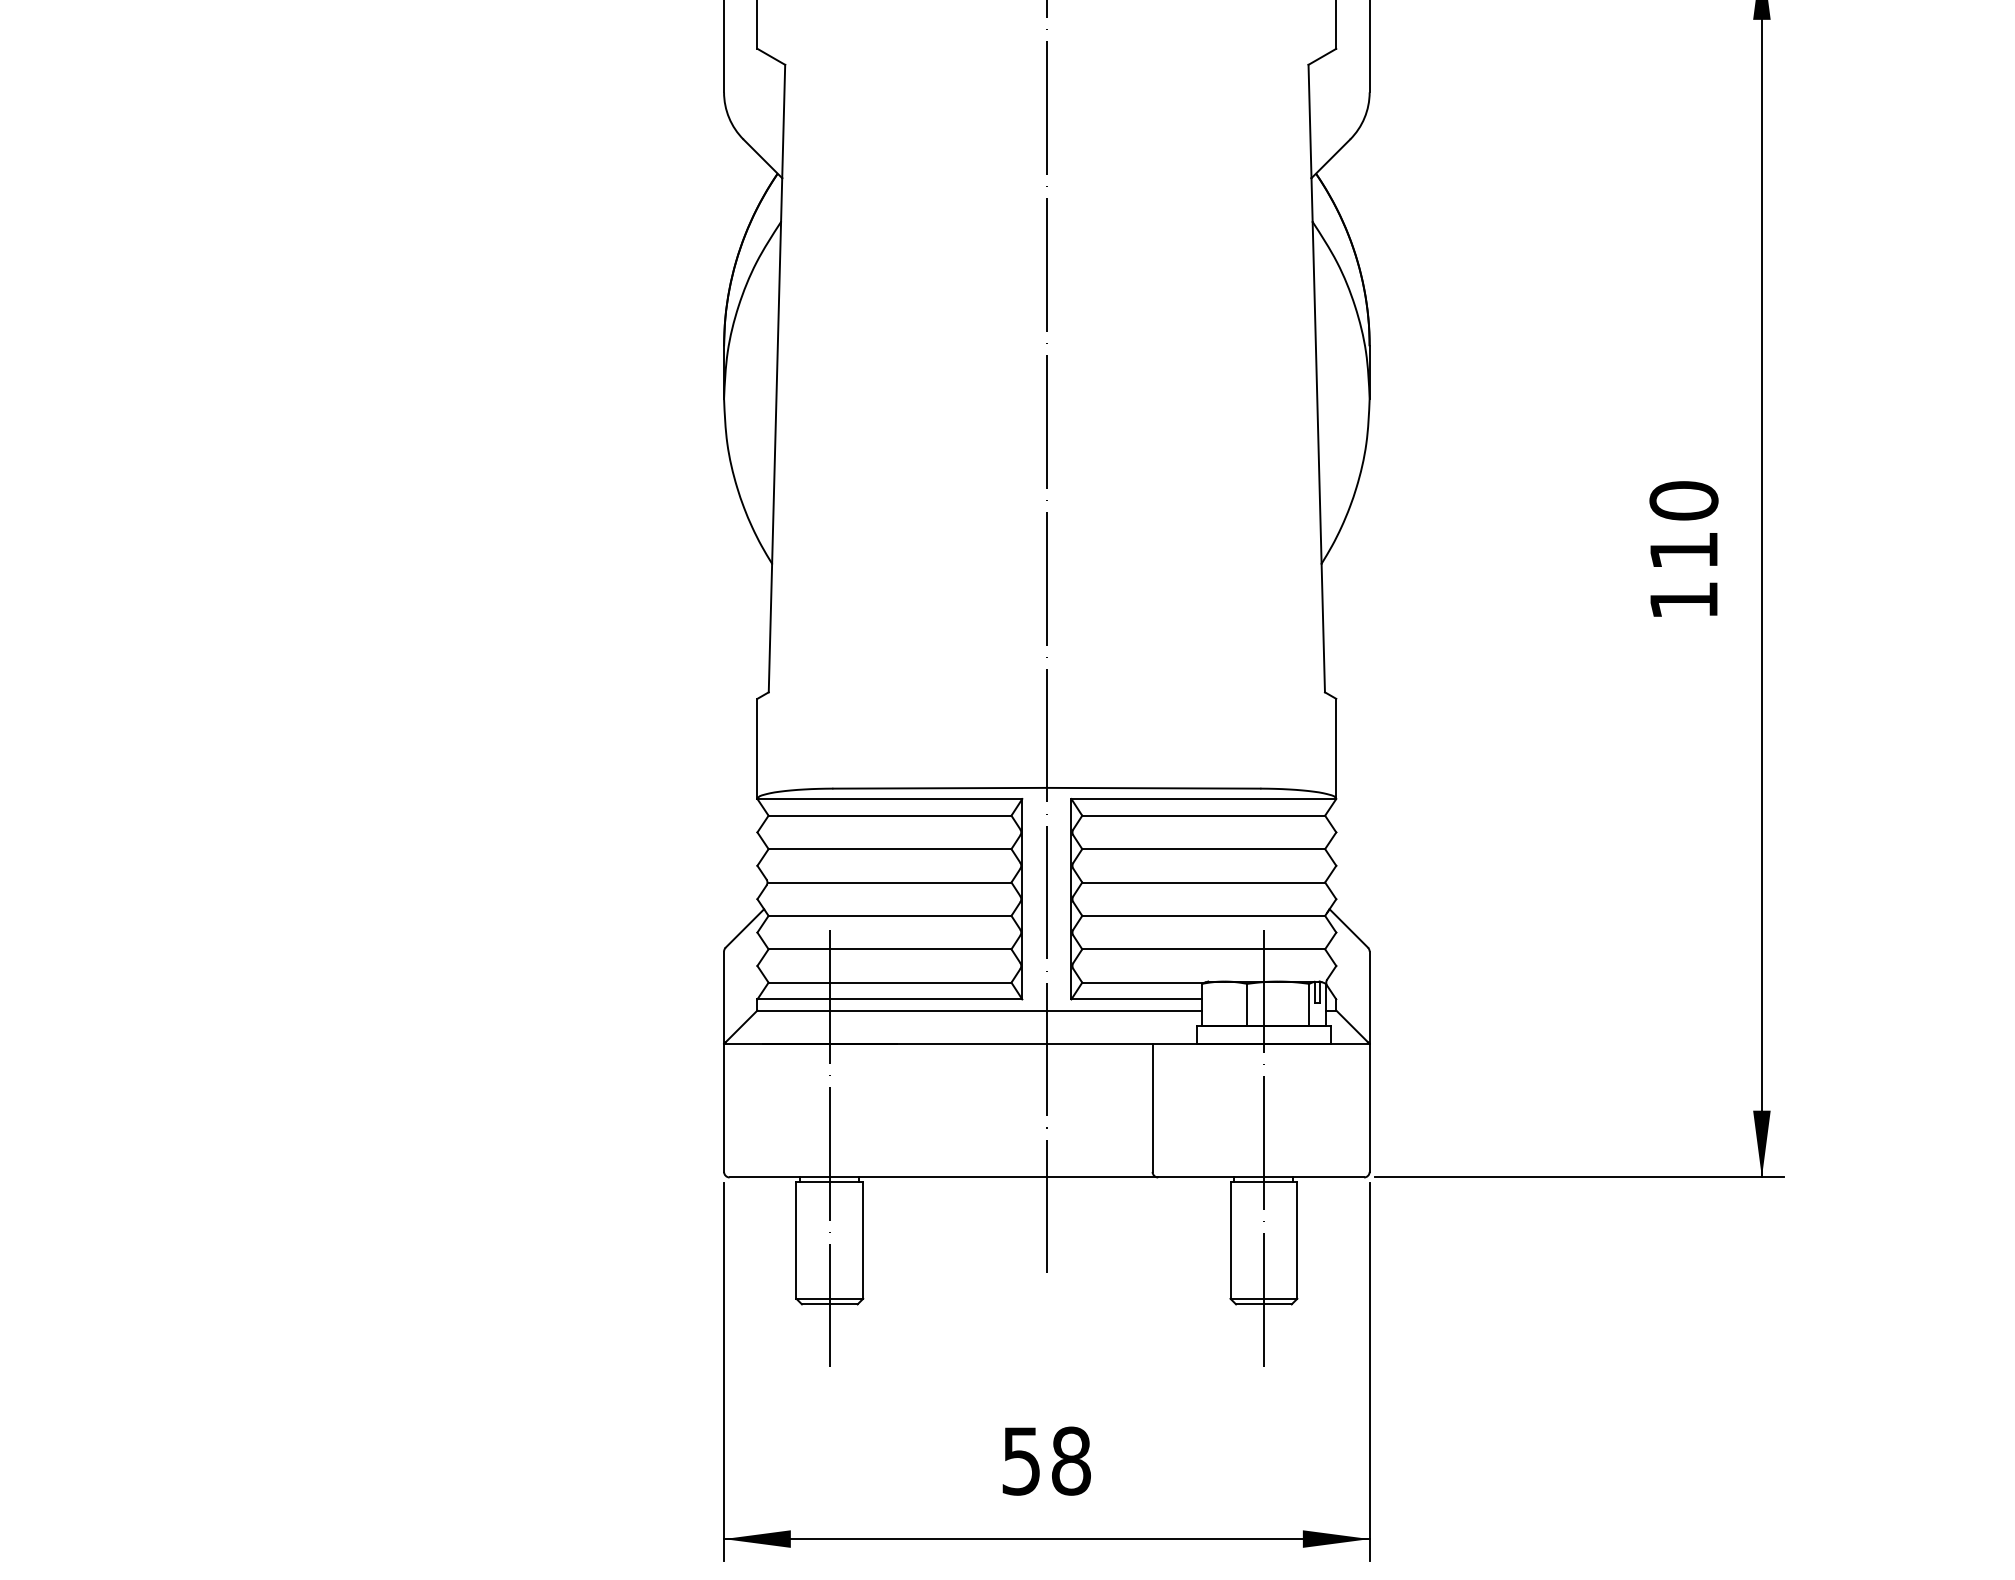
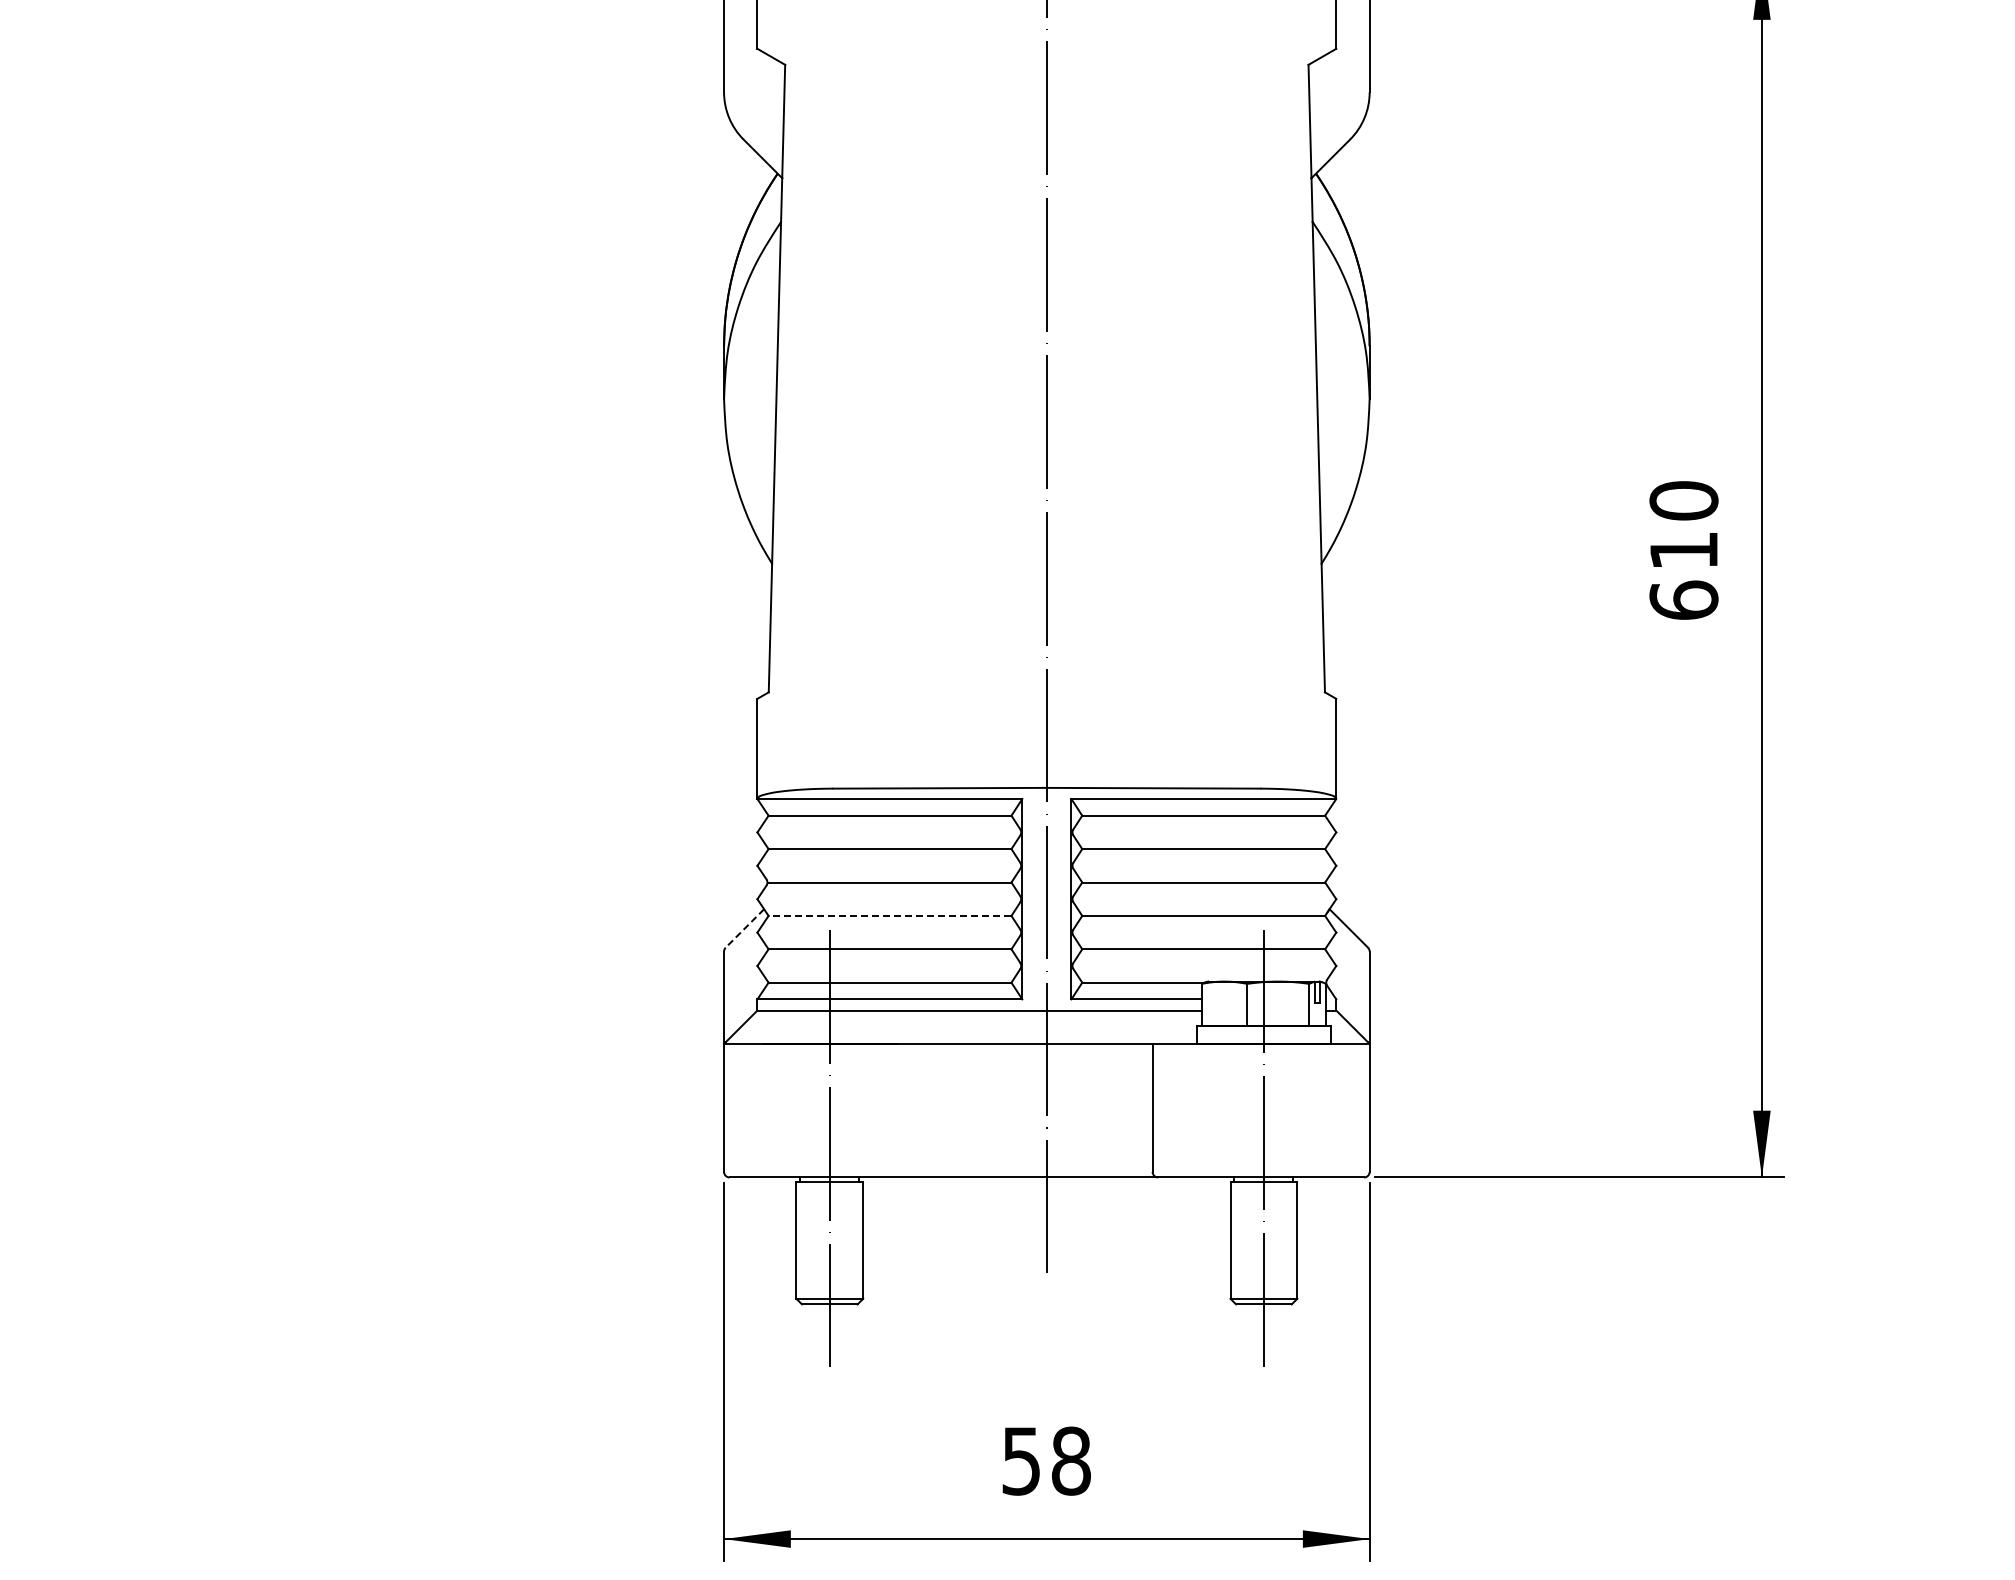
text at (1683, 599): 110 -> 610
line at (889, 915): solid -> dashed
line at (744, 928): solid -> dashed
